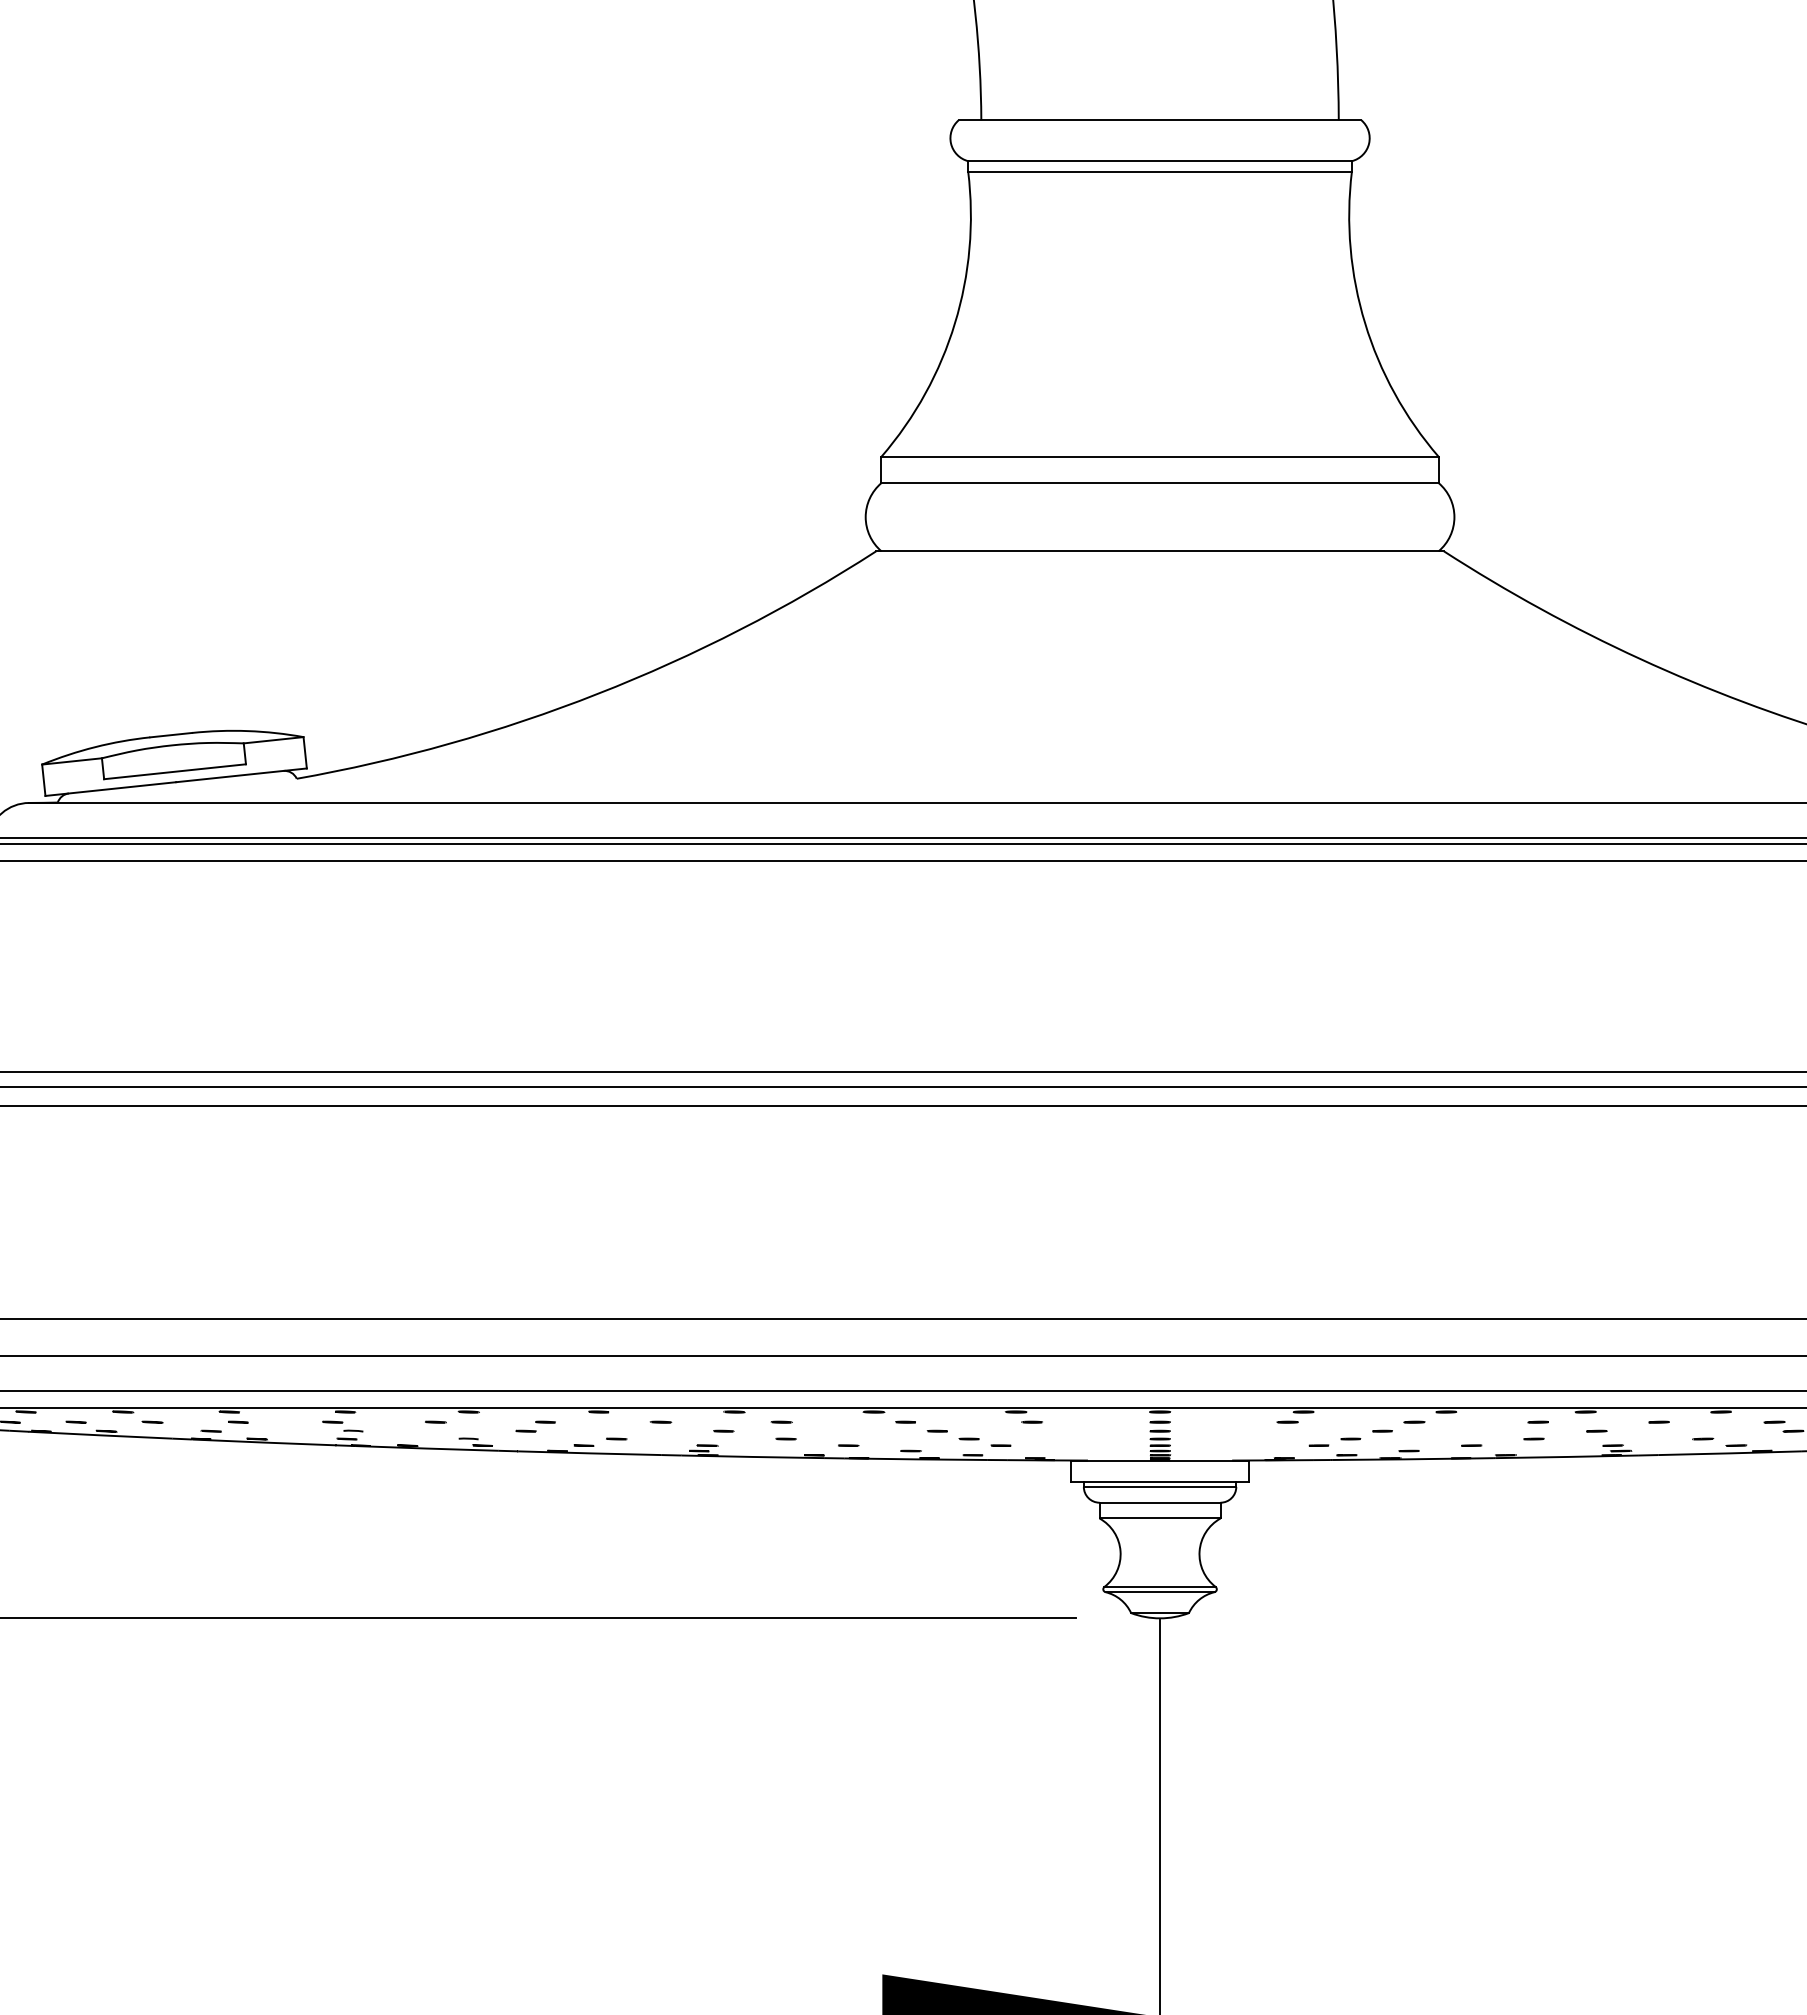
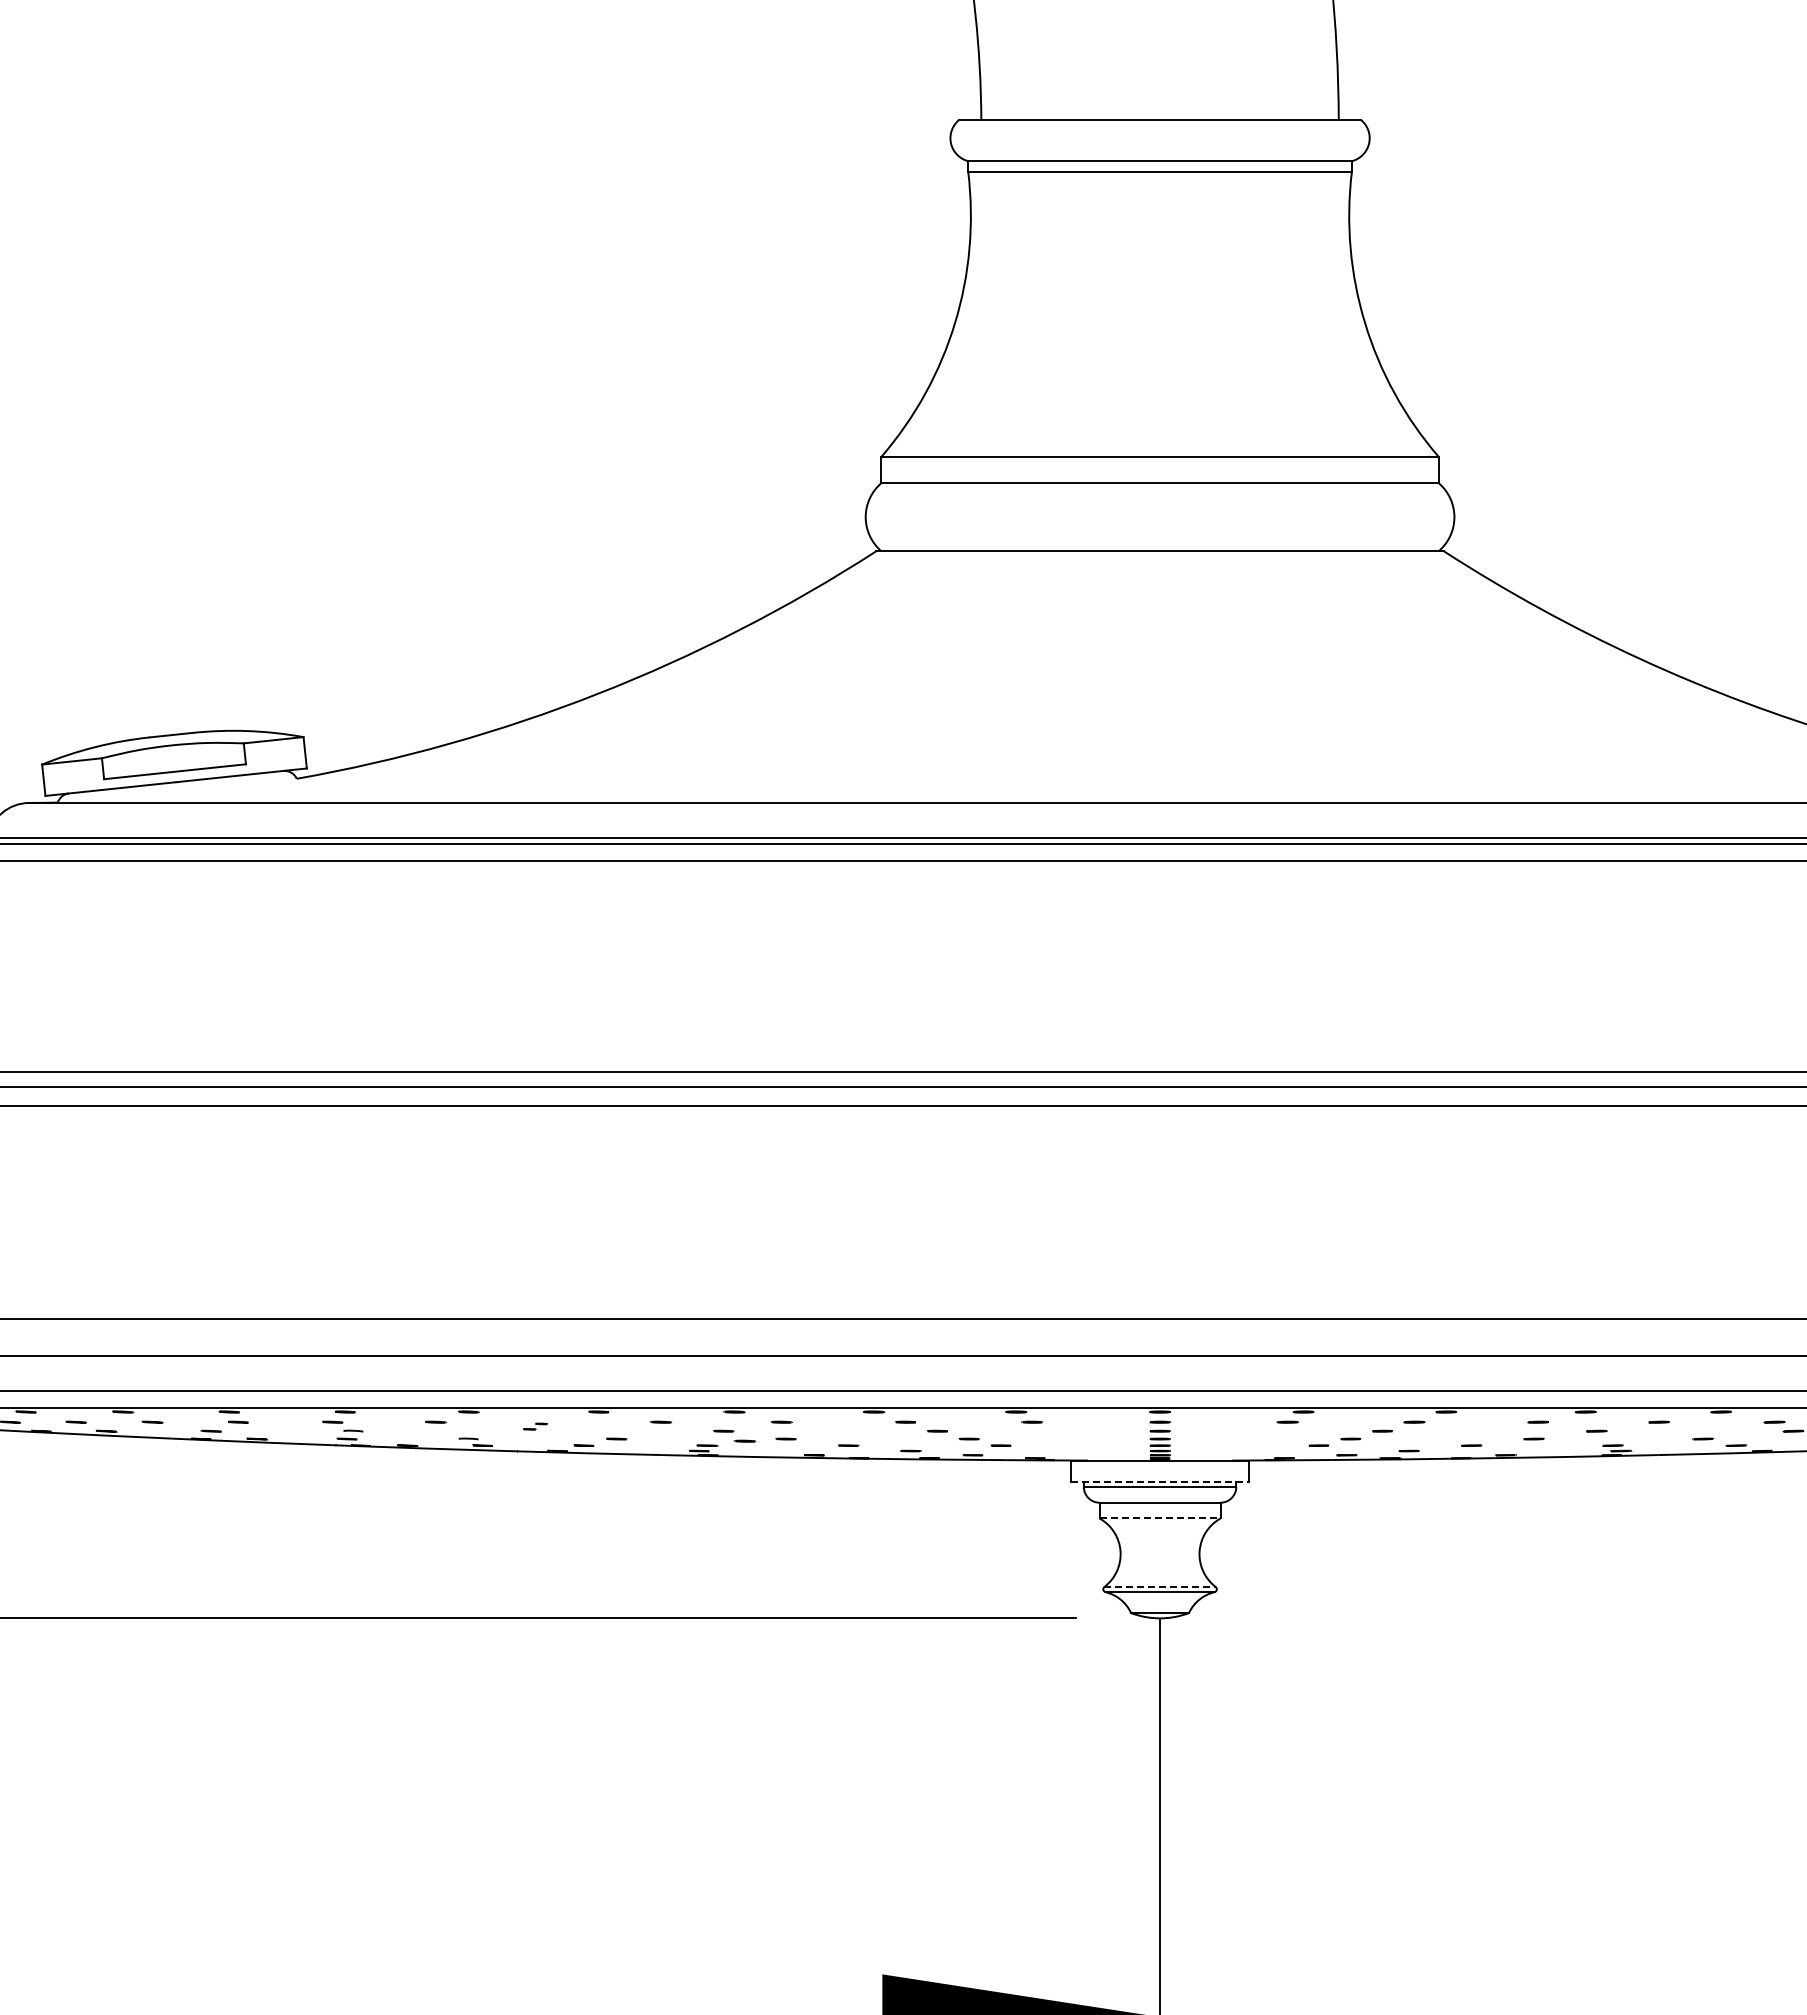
part at (535, 1426) size: 41x13 px -> 25x9 px
line at (744, 1440): none -> present
line at (1160, 1481): solid -> dashed
line at (1160, 1518): solid -> dashed
line at (1160, 1586): solid -> dashed
